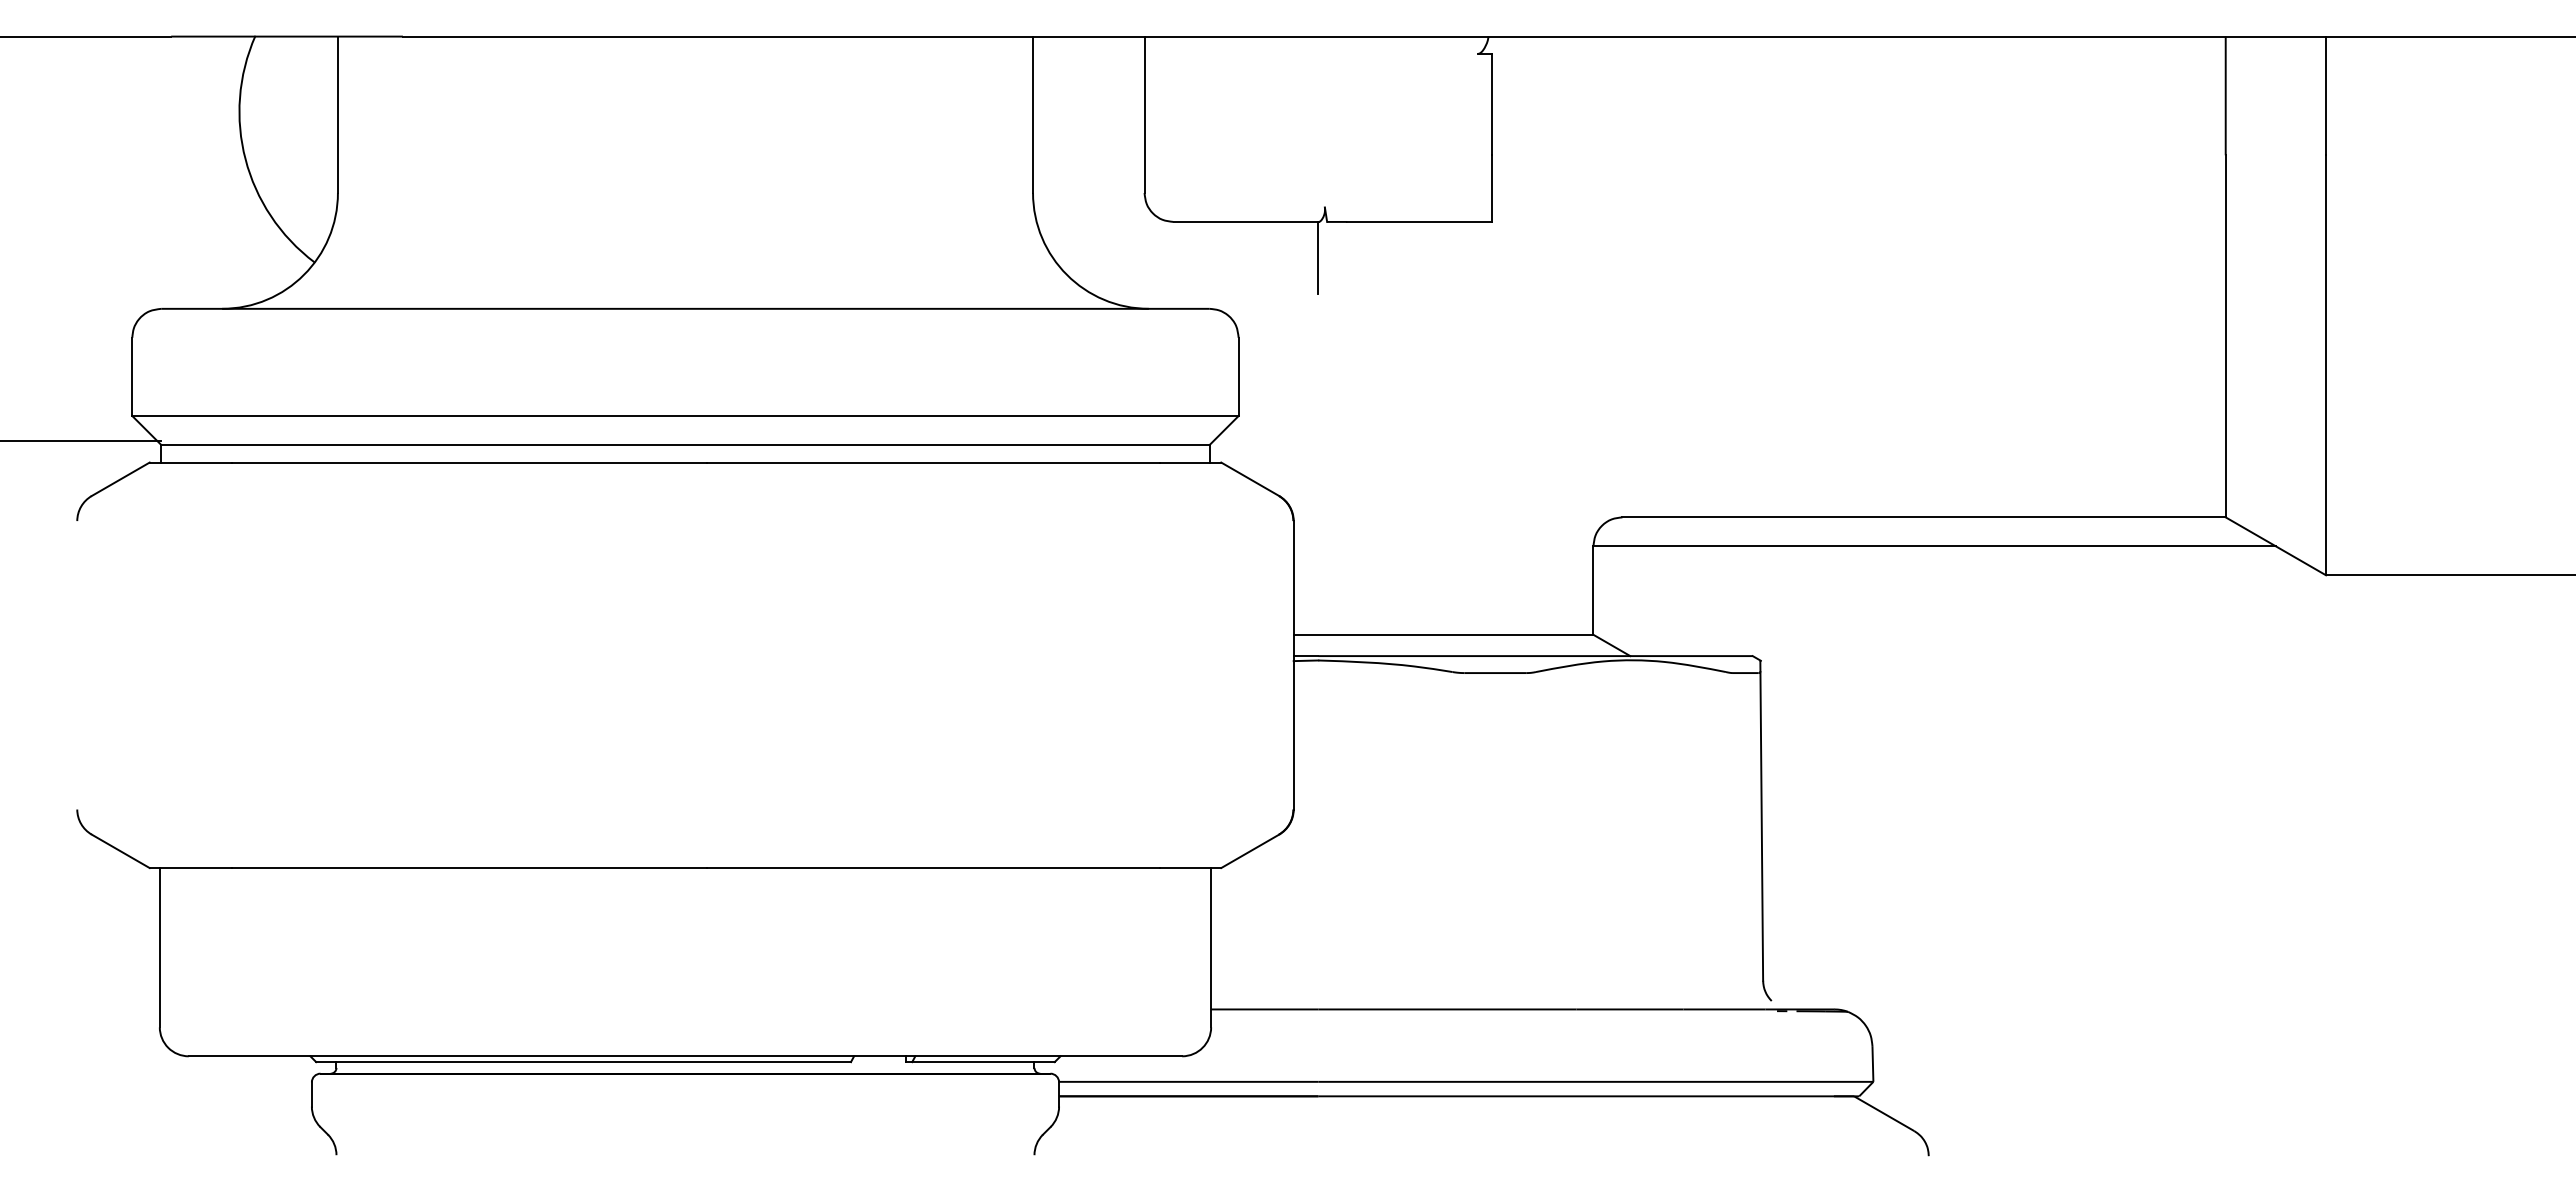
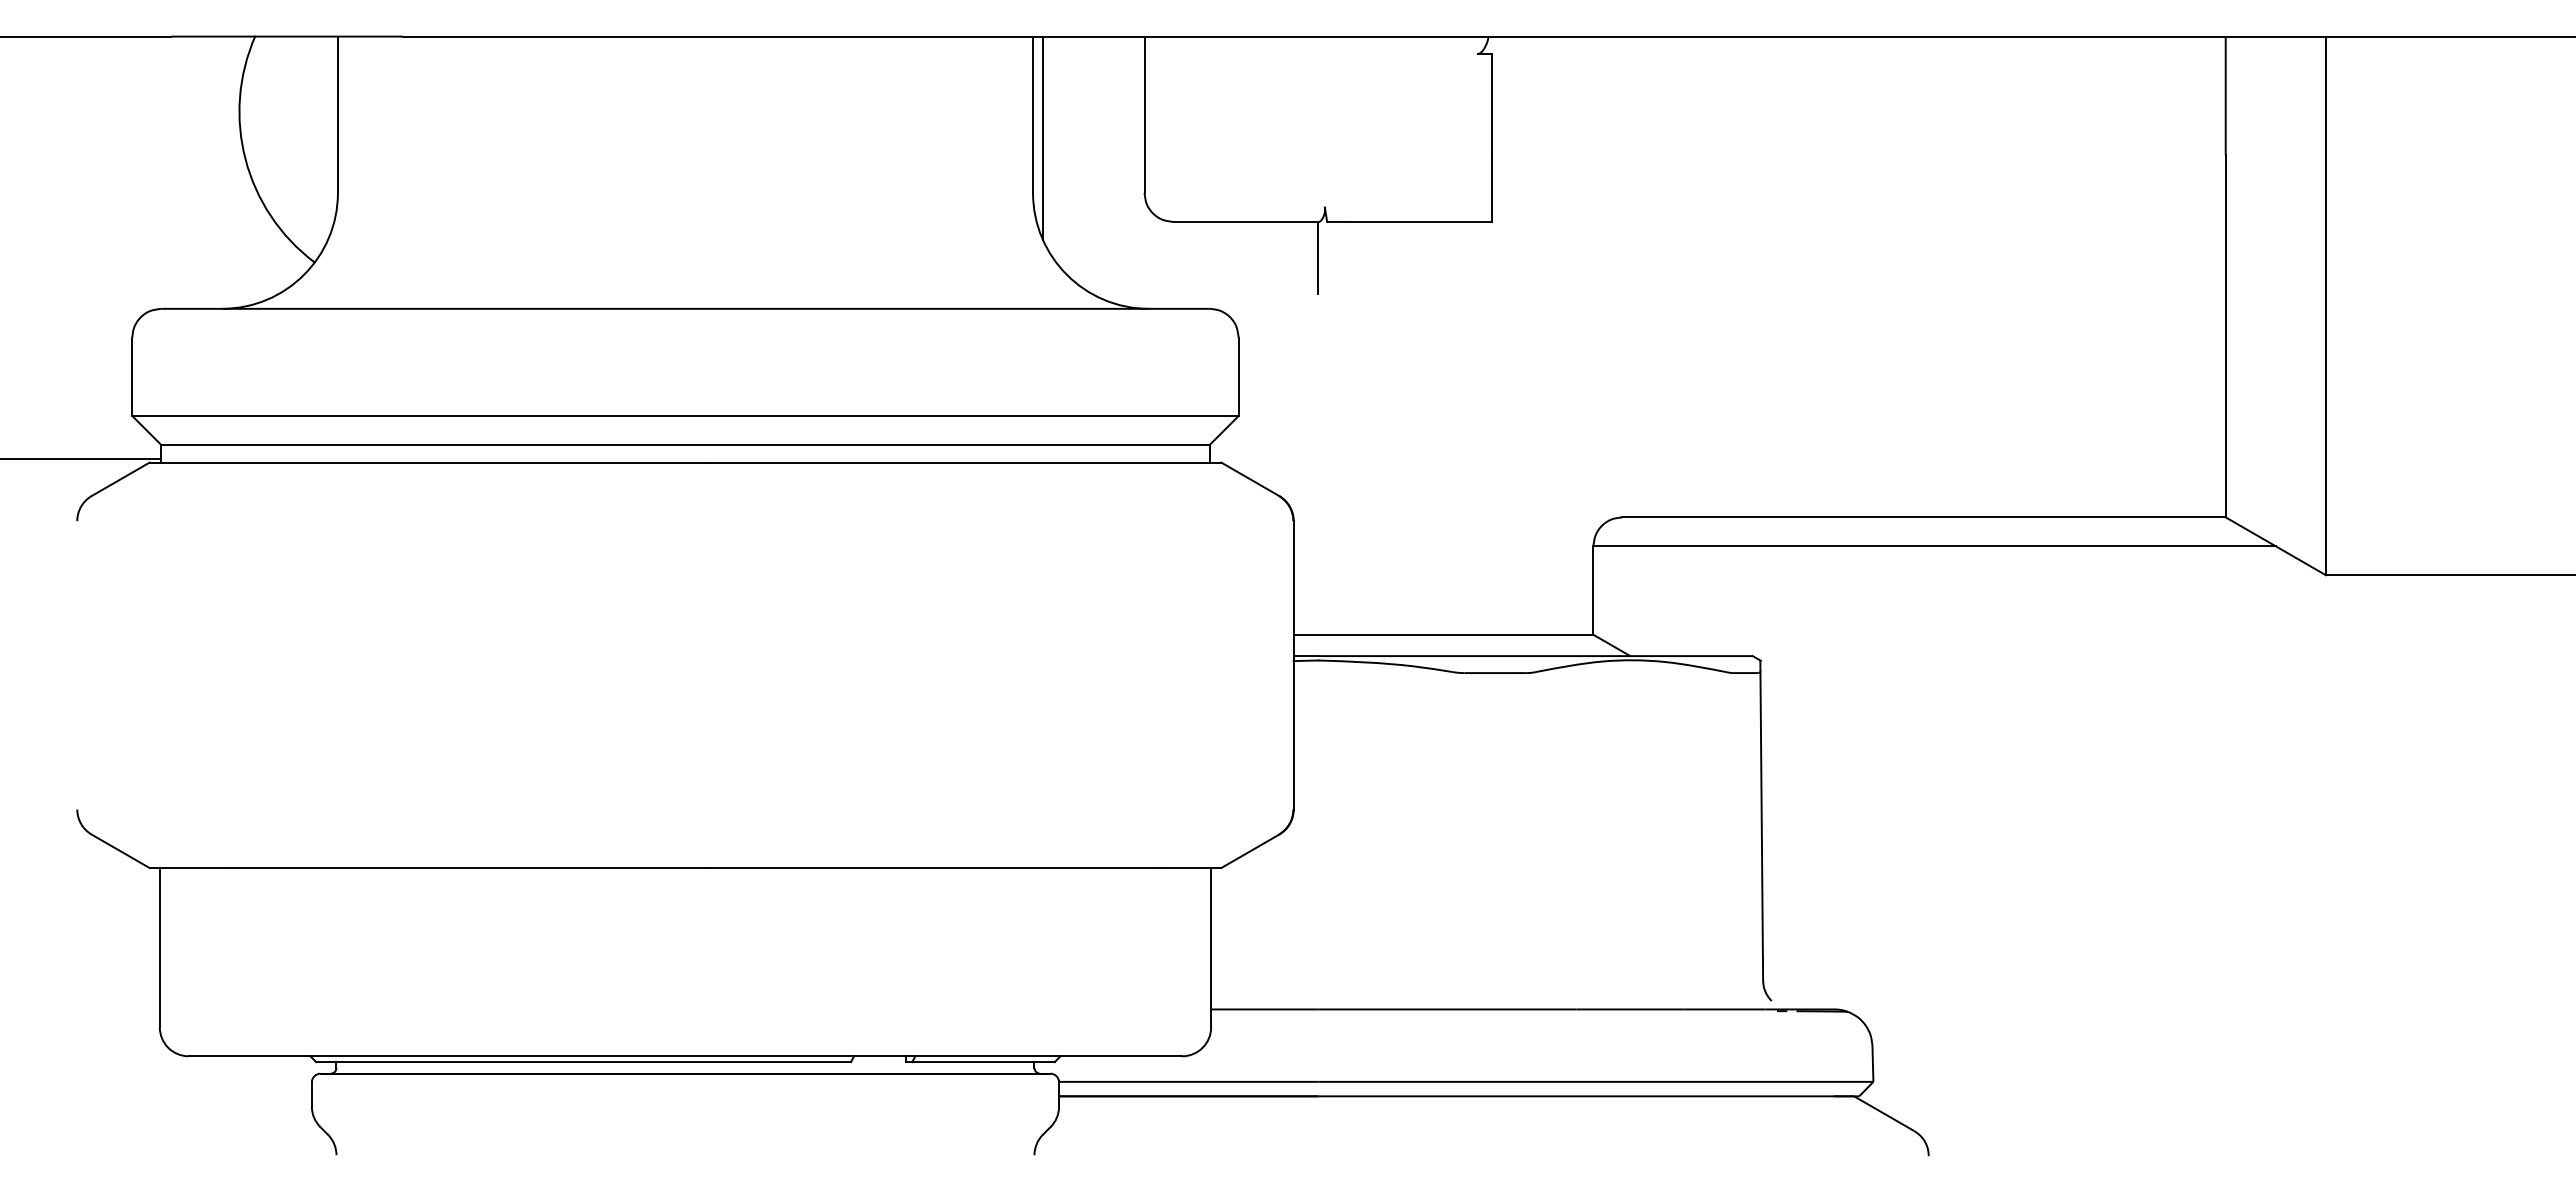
line at (1043, 138): none -> present
line at (81, 441) position: (81, 441) -> (81, 459)
